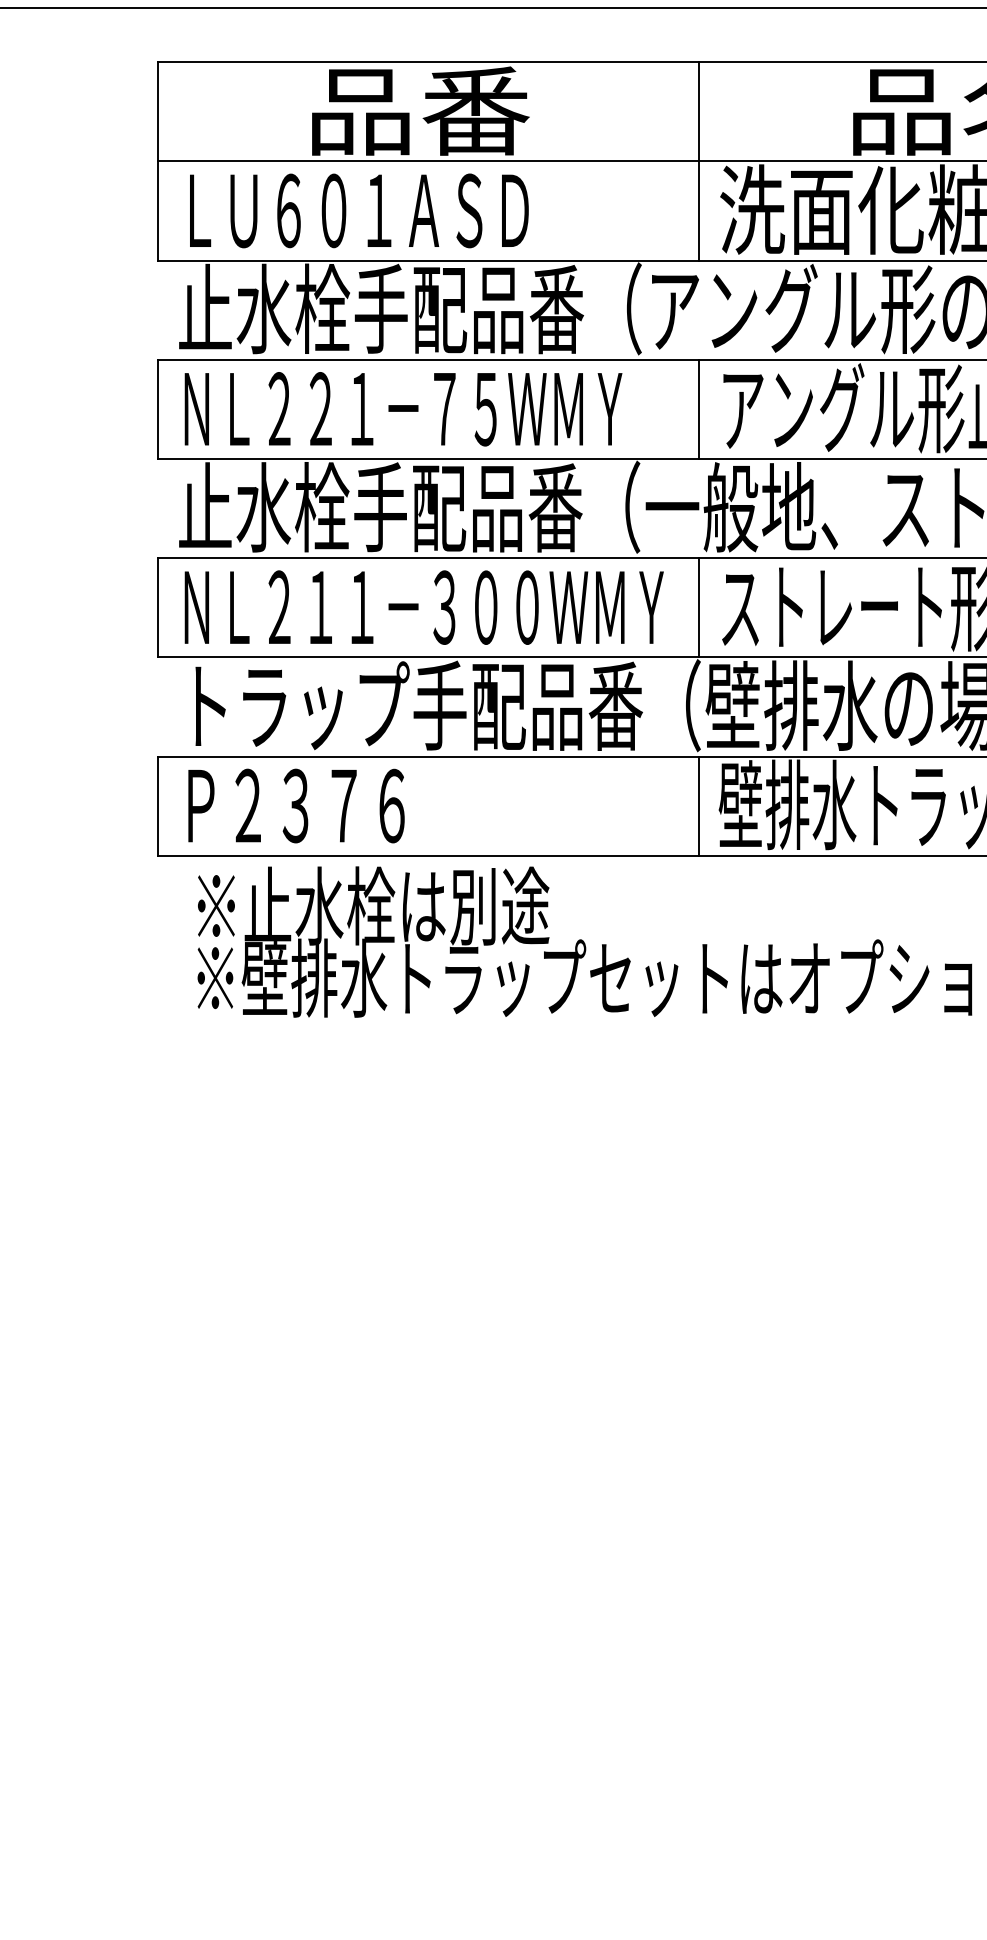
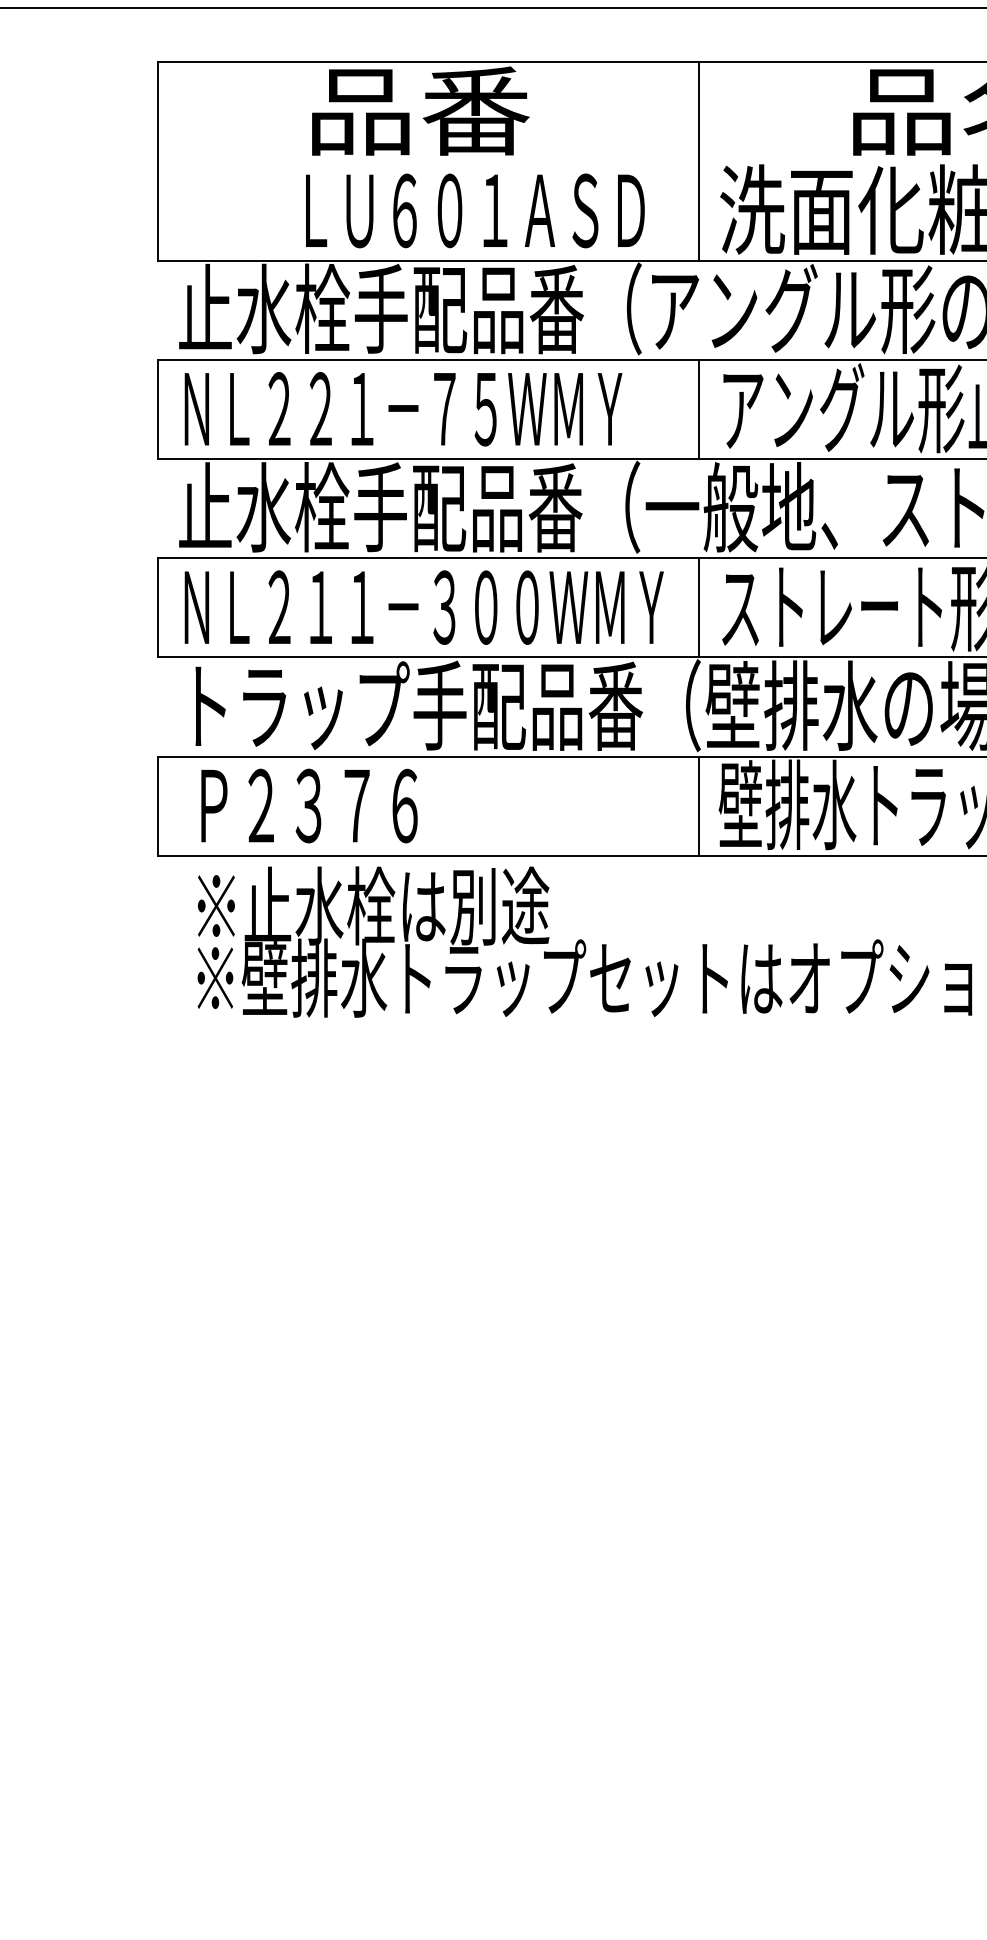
line at (570, 161): present -> none
text at (359, 210) position: (359, 210) -> (475, 210)
text at (296, 805) position: (296, 805) -> (309, 805)
